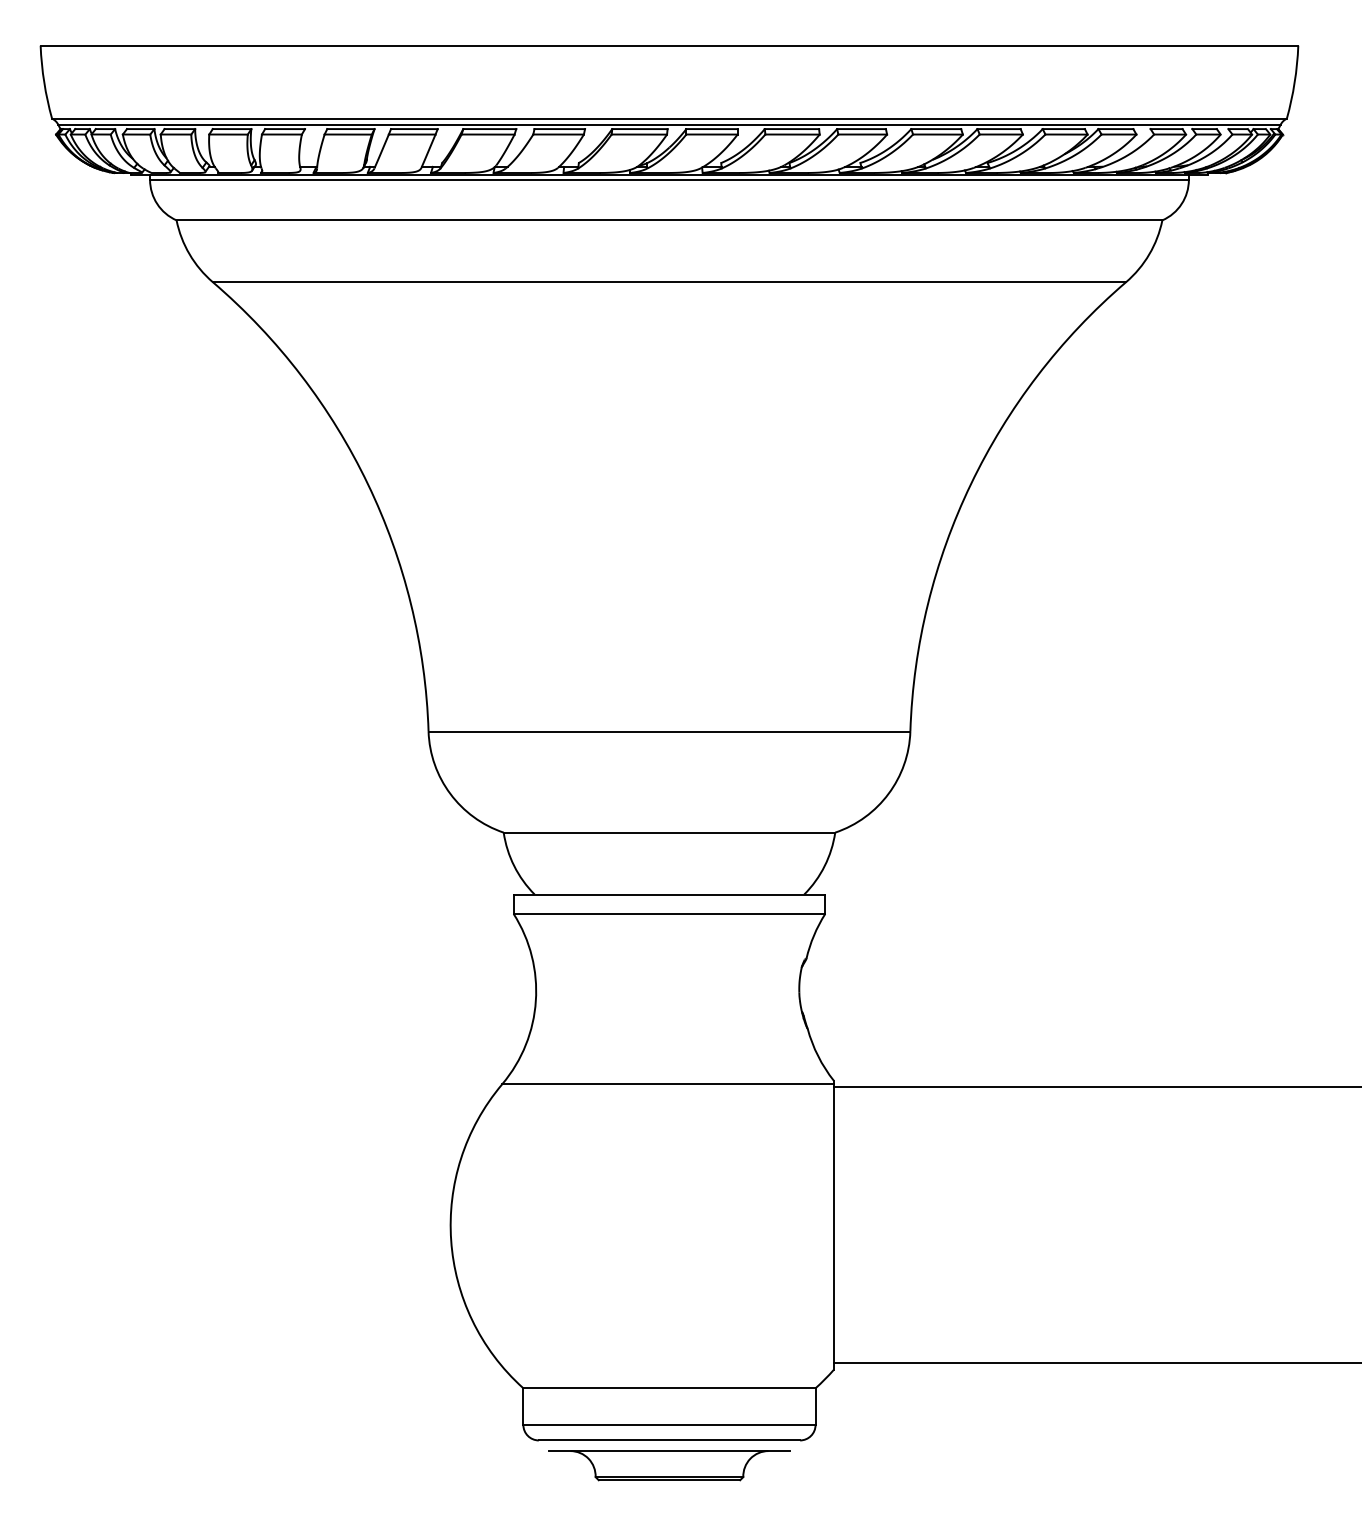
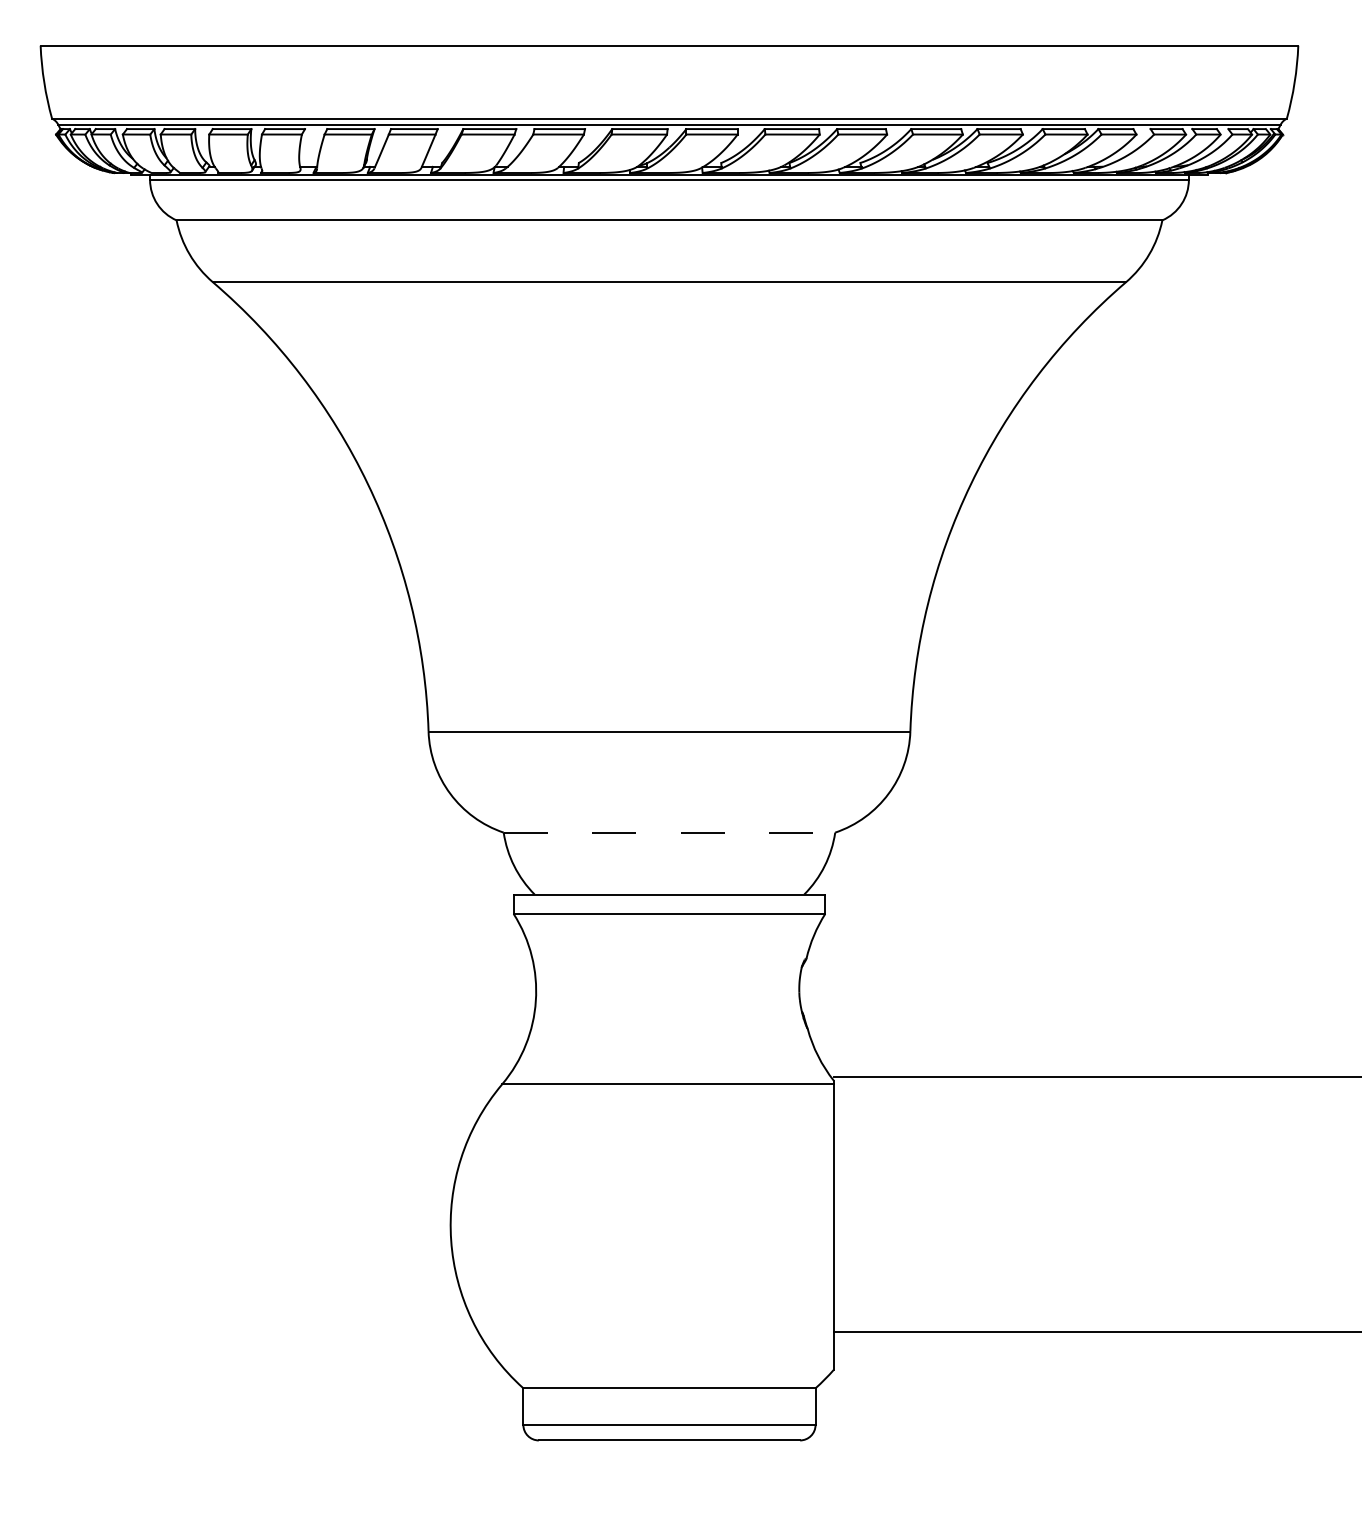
line at (669, 832): solid -> dashed
line at (1095, 1087) position: (1095, 1087) -> (1095, 1077)
line at (1095, 1363) position: (1095, 1363) -> (1095, 1332)
part at (669, 1465): present -> none
